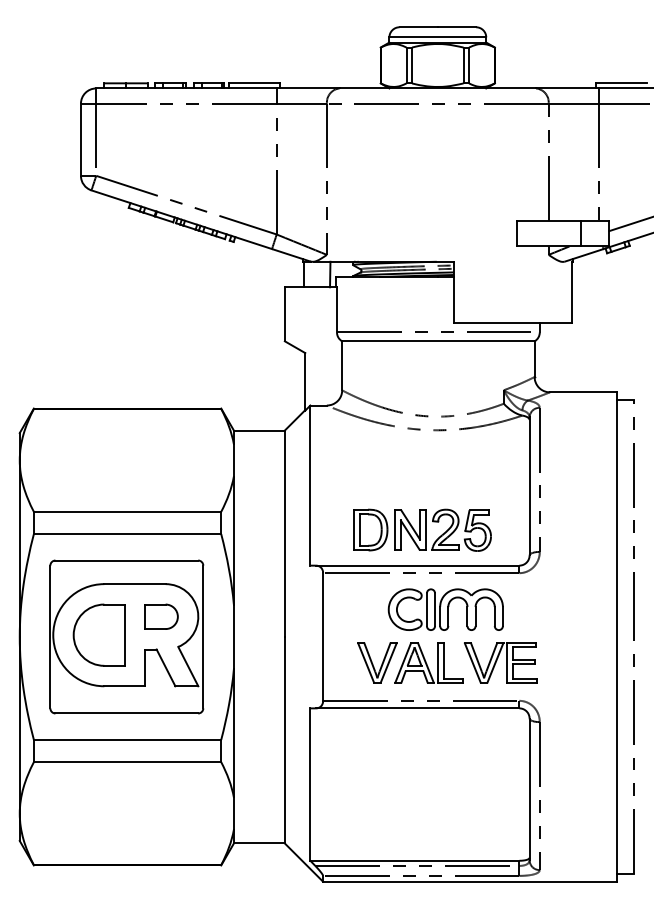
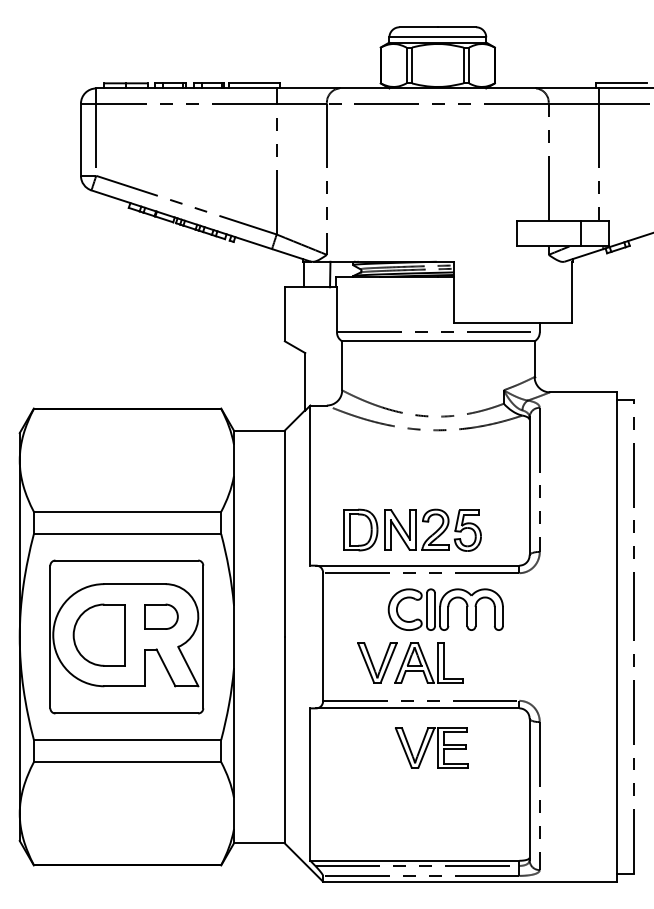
line at (629, 224): present -> none
part at (422, 529) position: (422, 529) -> (412, 529)
part at (500, 662) position: (500, 662) -> (431, 747)
